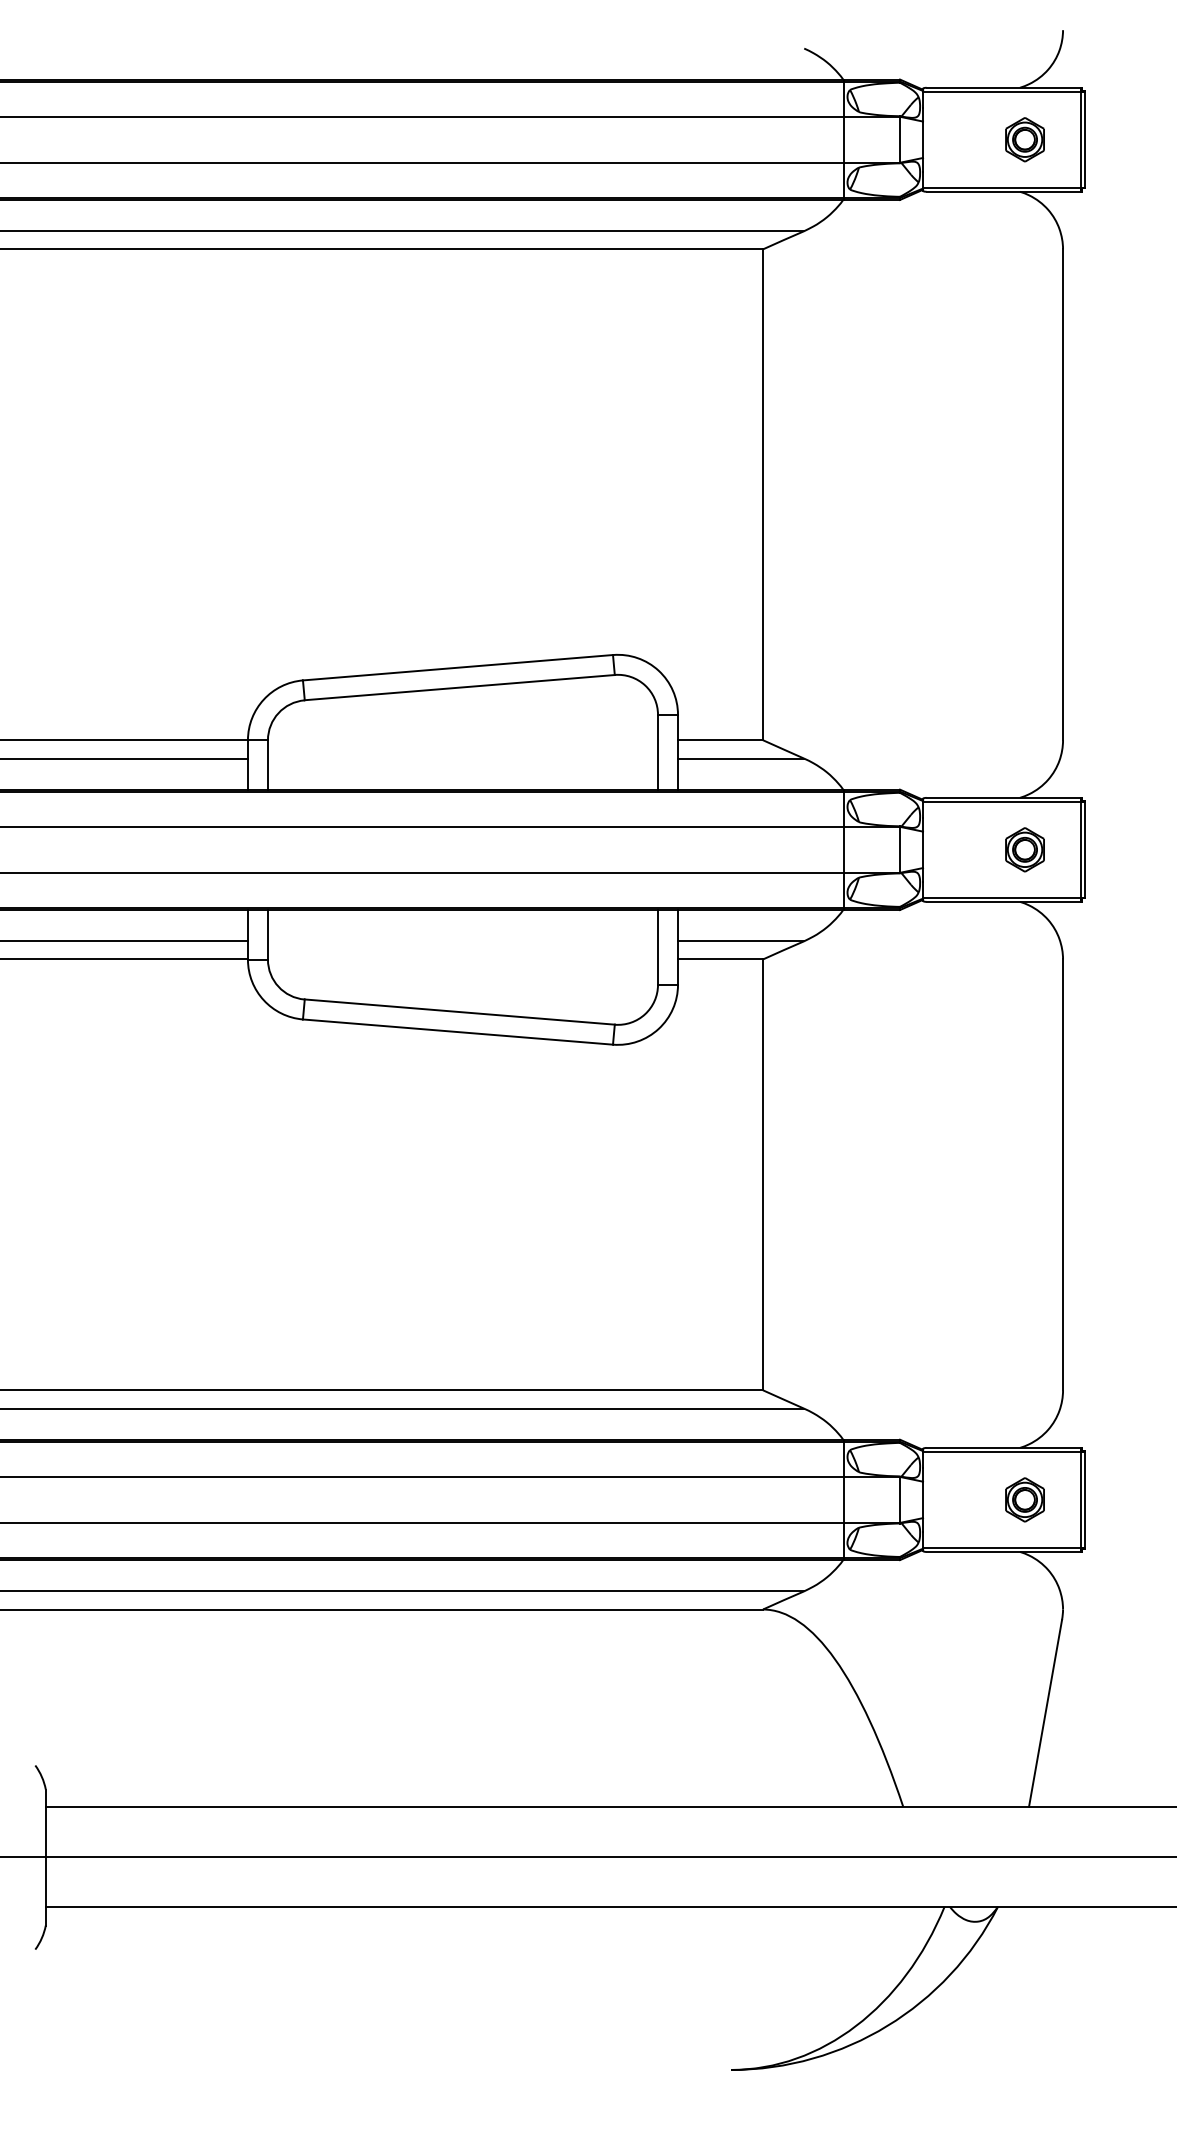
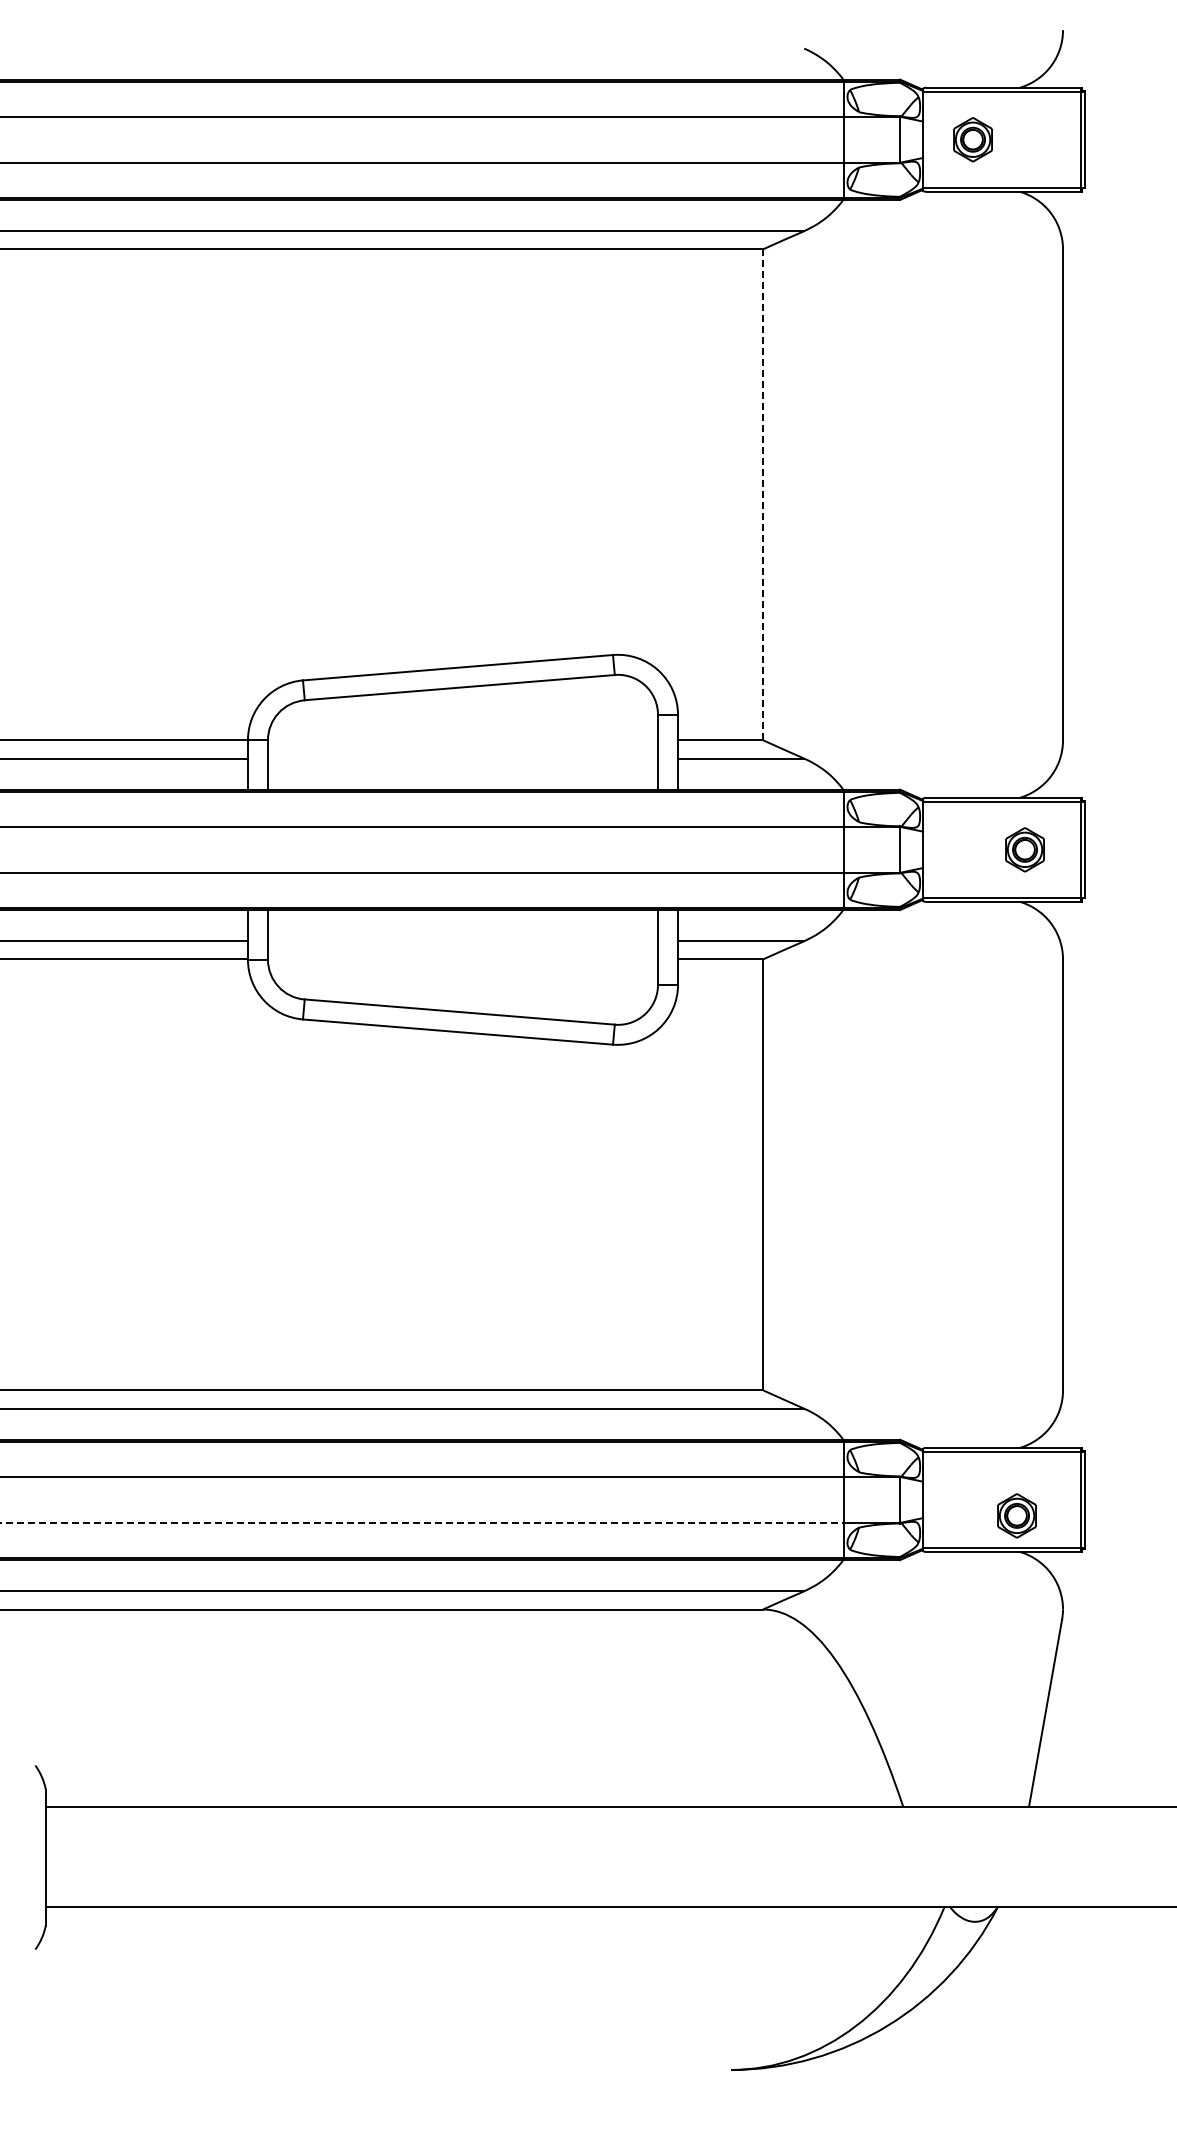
part at (1024, 139) position: (1024, 139) -> (972, 139)
line at (763, 494): solid -> dashed
part at (1024, 1499) position: (1024, 1499) -> (1016, 1515)
line at (422, 1522): solid -> dashed
line at (587, 1856): present -> none
